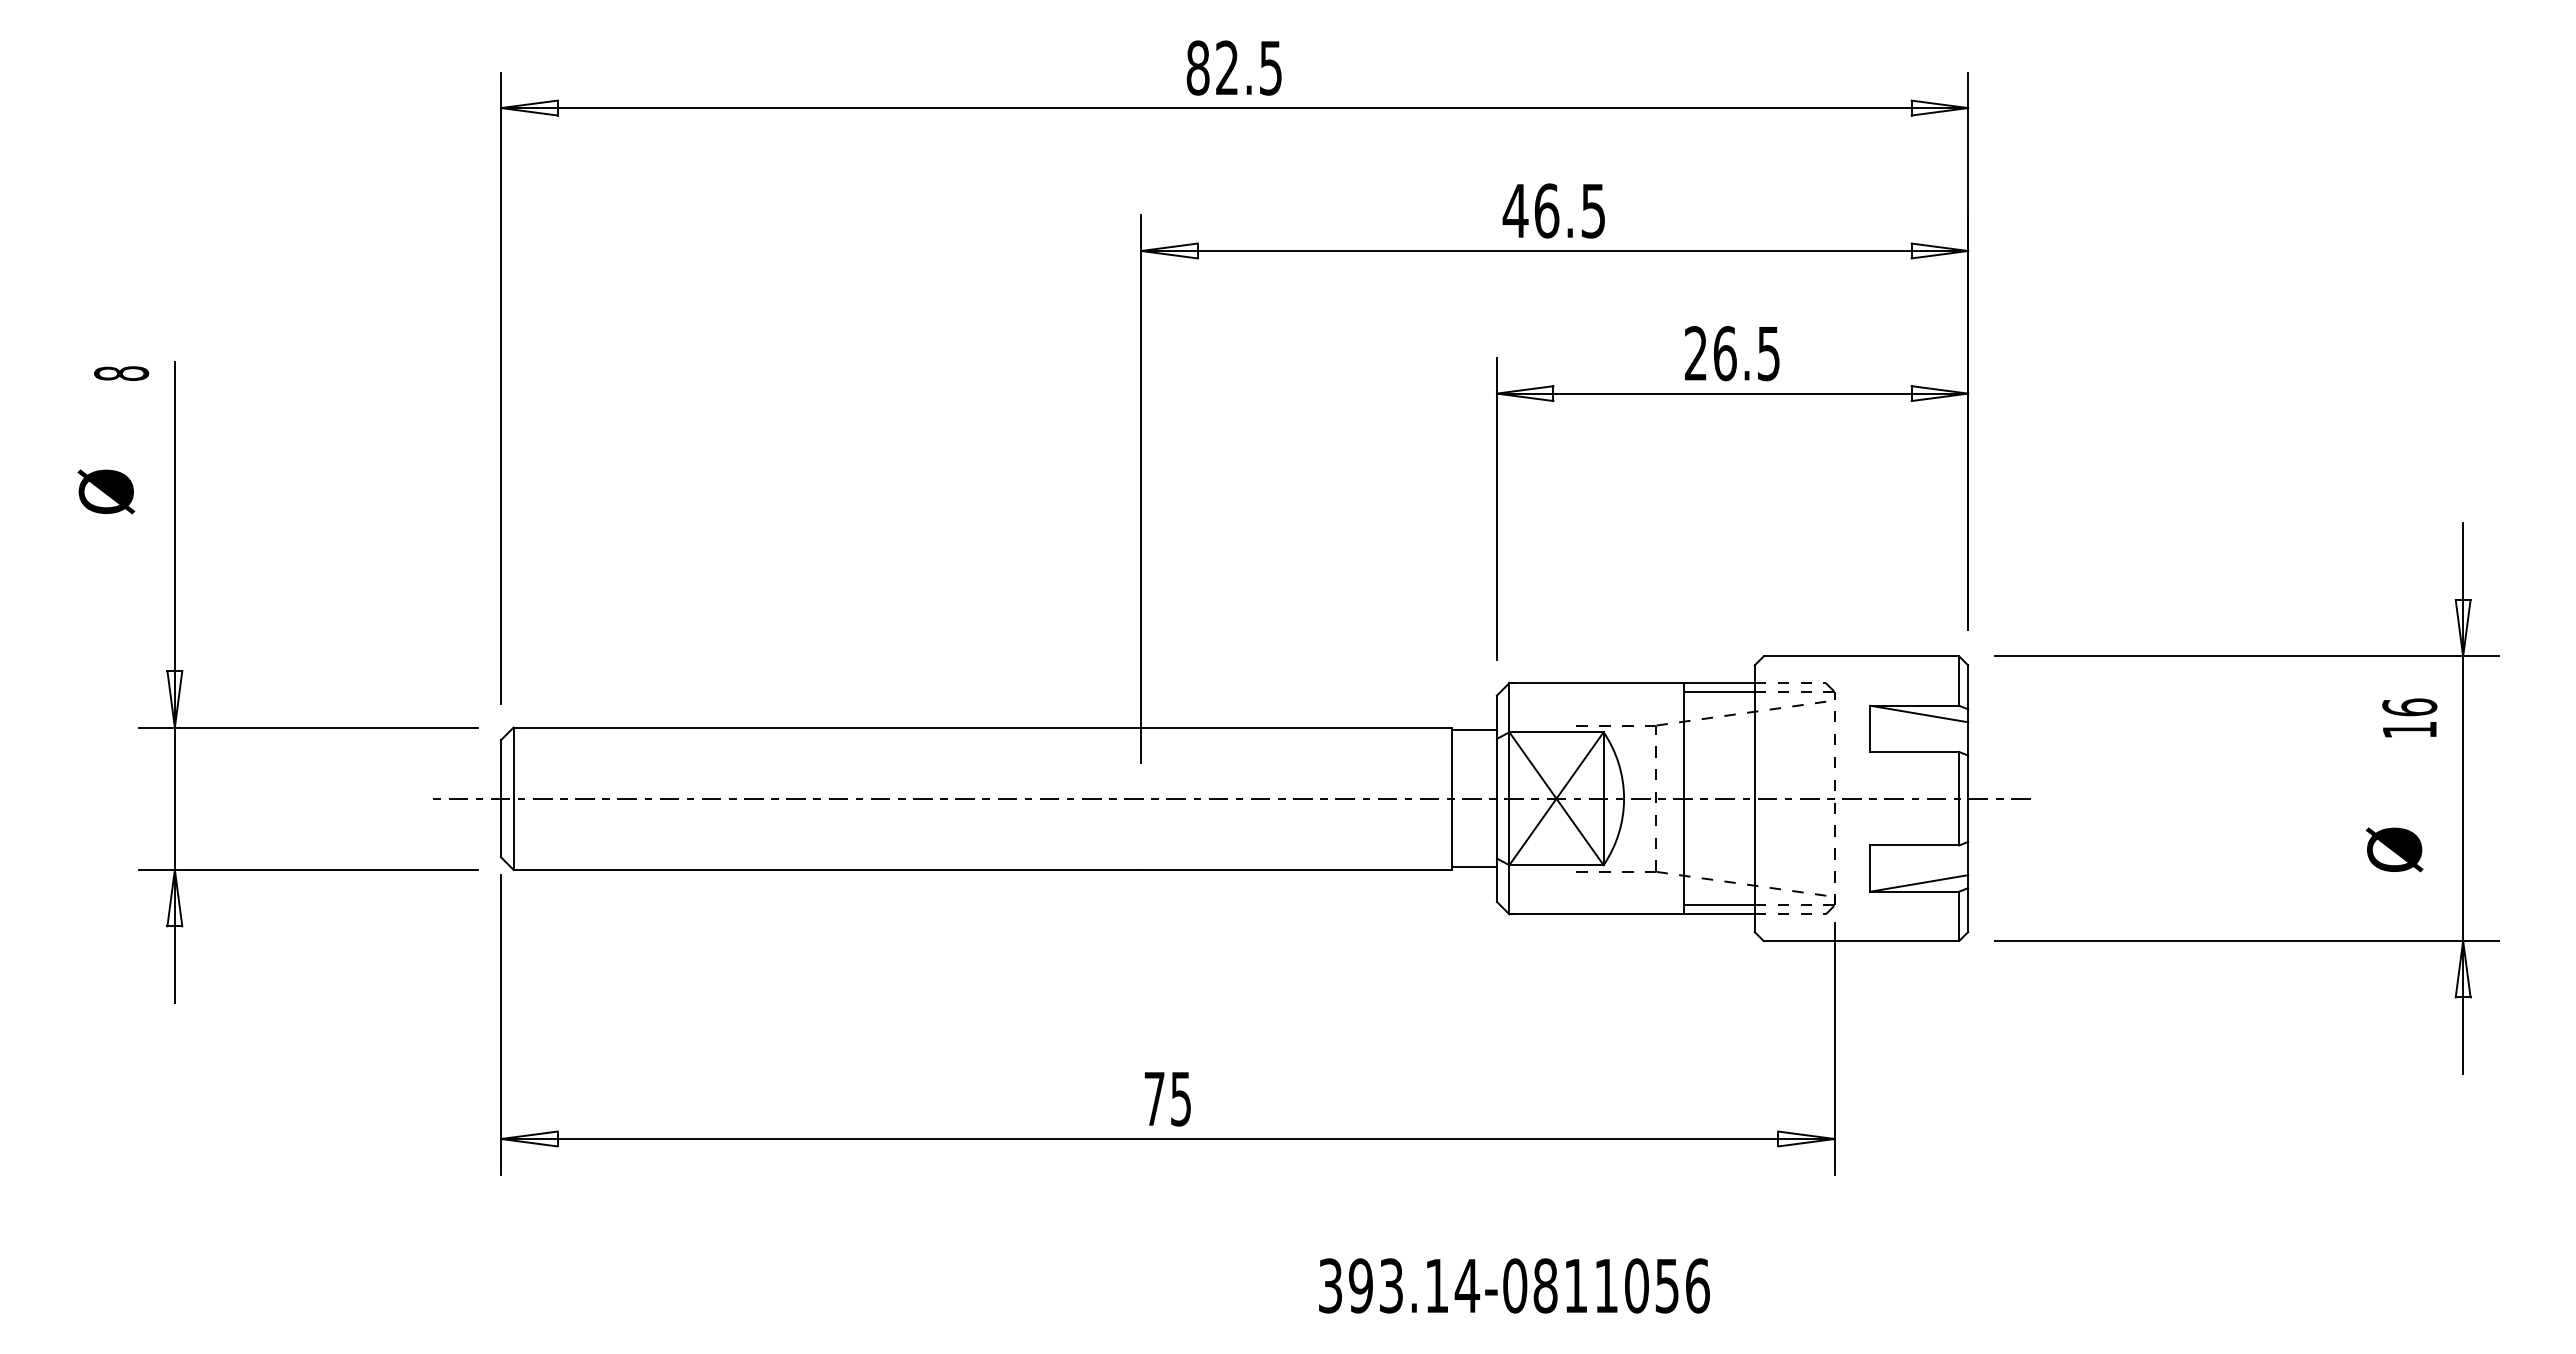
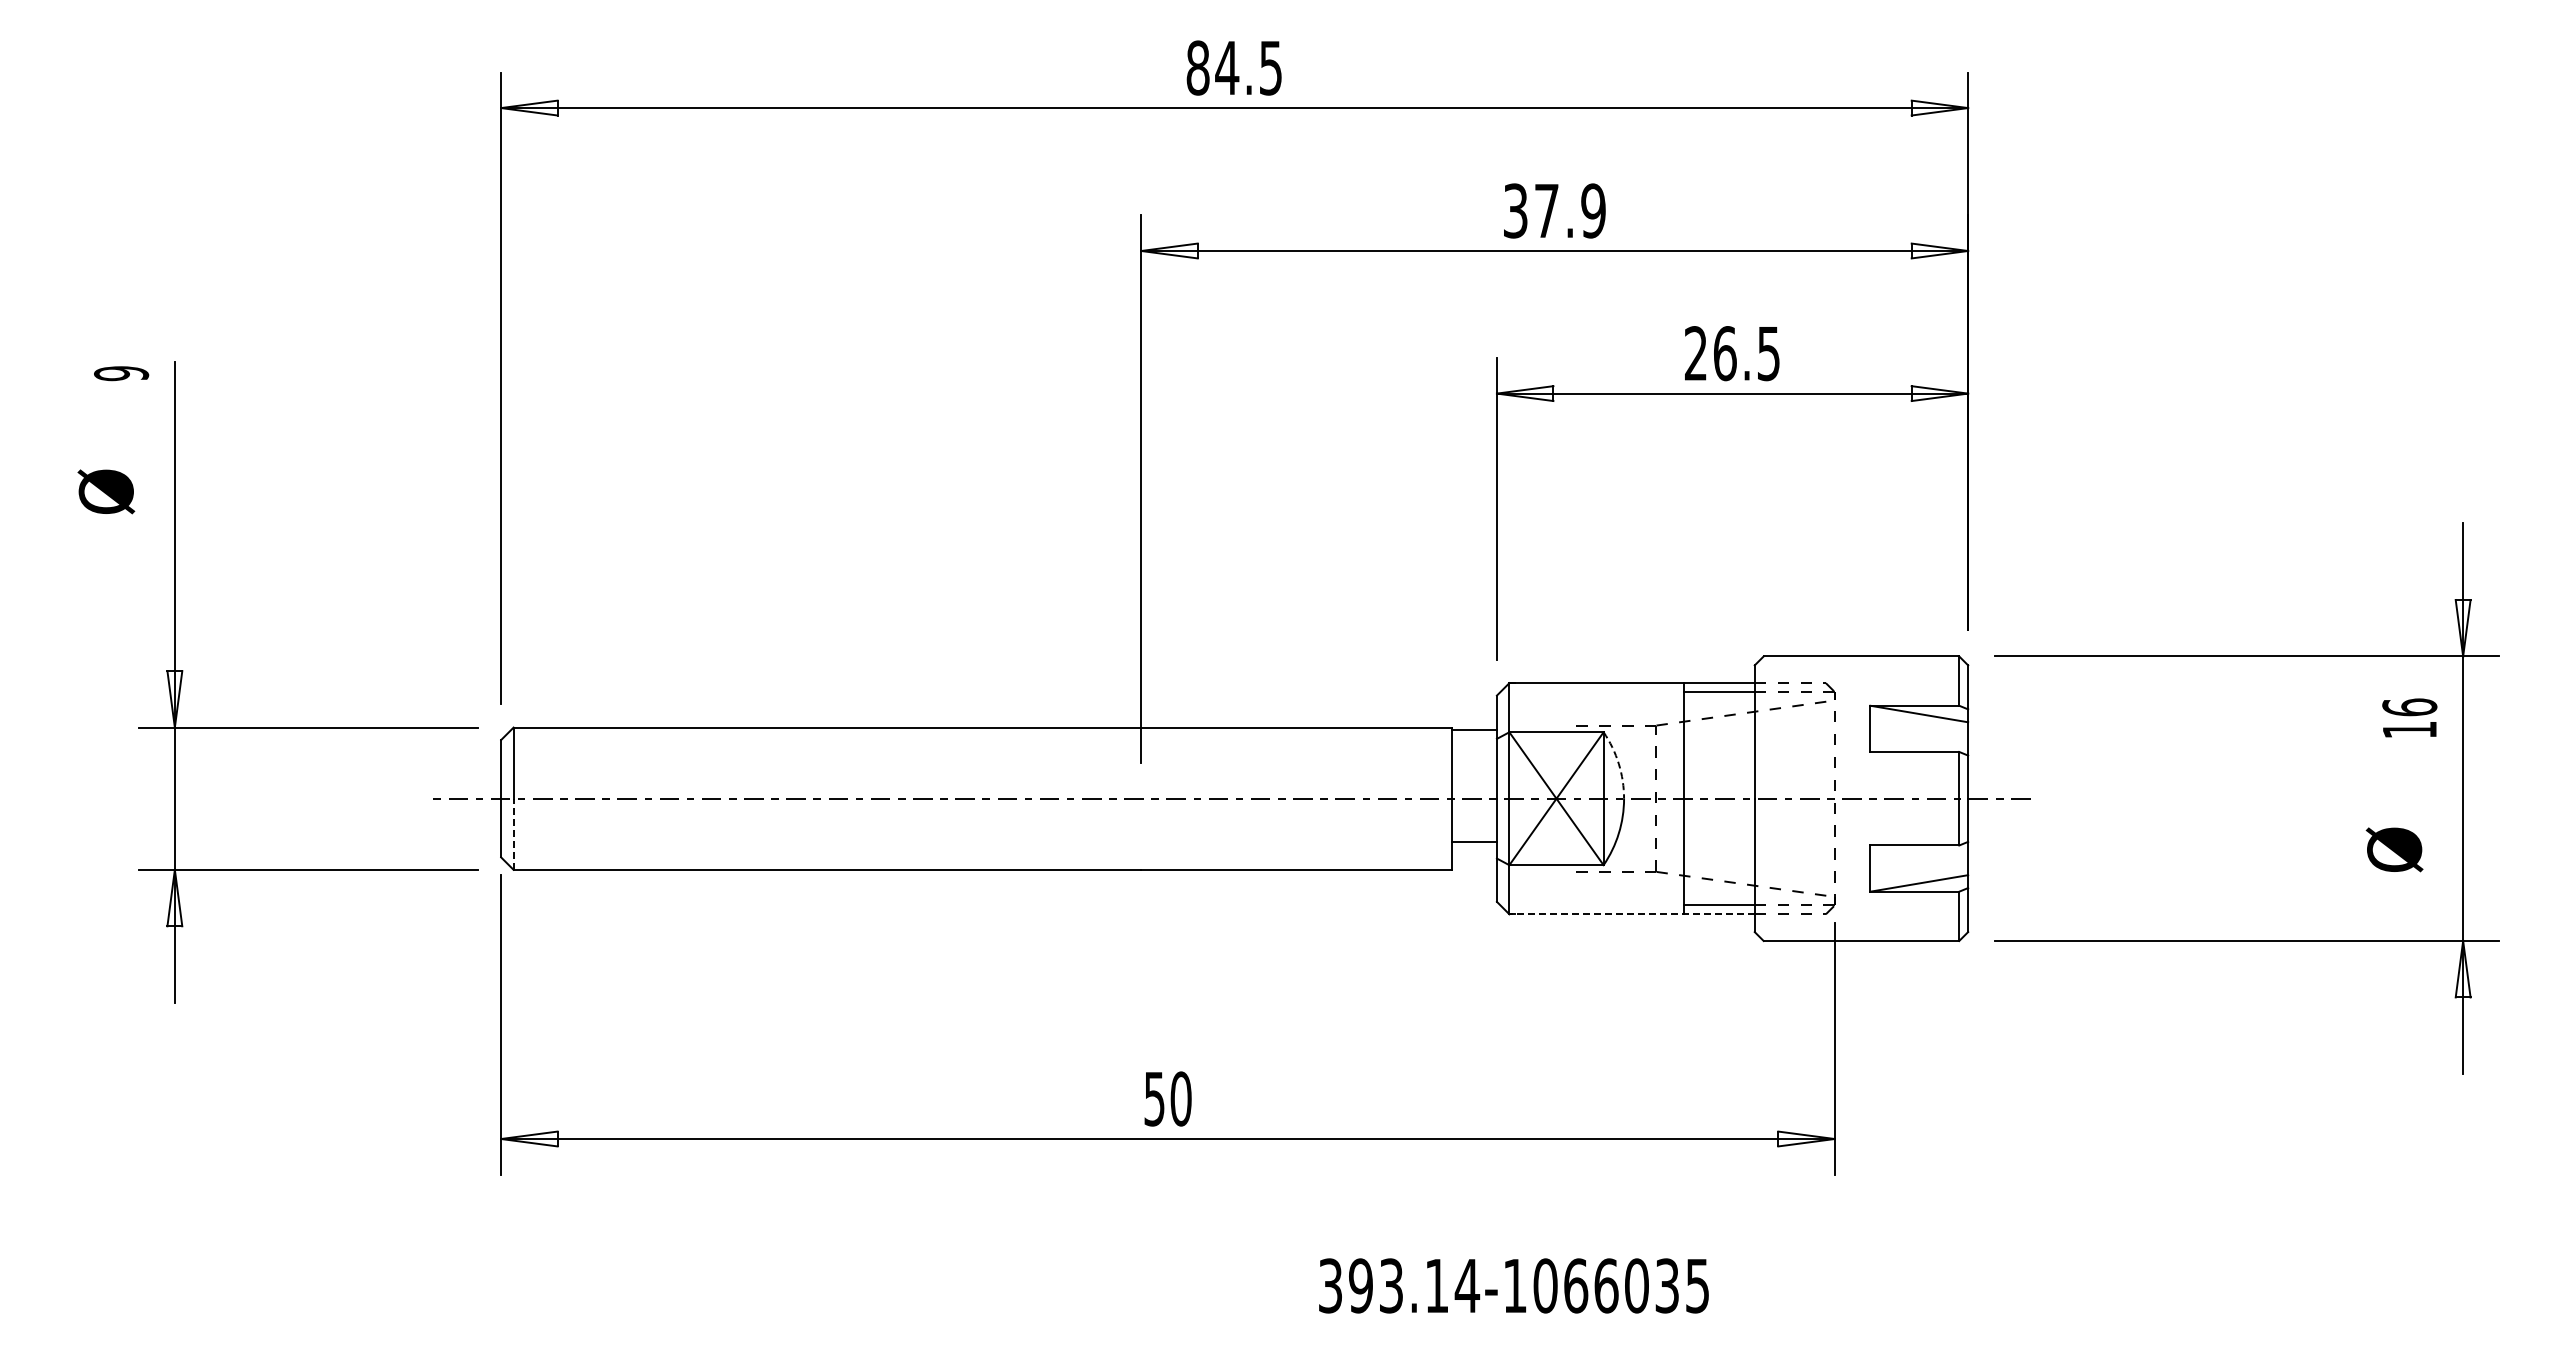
text at (1227, 67): 82.5 -> 84.5
text at (1553, 210): 46.5 -> 37.9
text at (121, 373): 8 -> 9
arc at (1618, 763): solid -> dashed
line at (513, 834): solid -> dashed
line at (1474, 867) position: (1474, 867) -> (1474, 842)
line at (1632, 914): solid -> dashed
text at (1167, 1098): 75 -> 50
text at (1606, 1285): 393.14-0811056 -> 393.14-1066035
